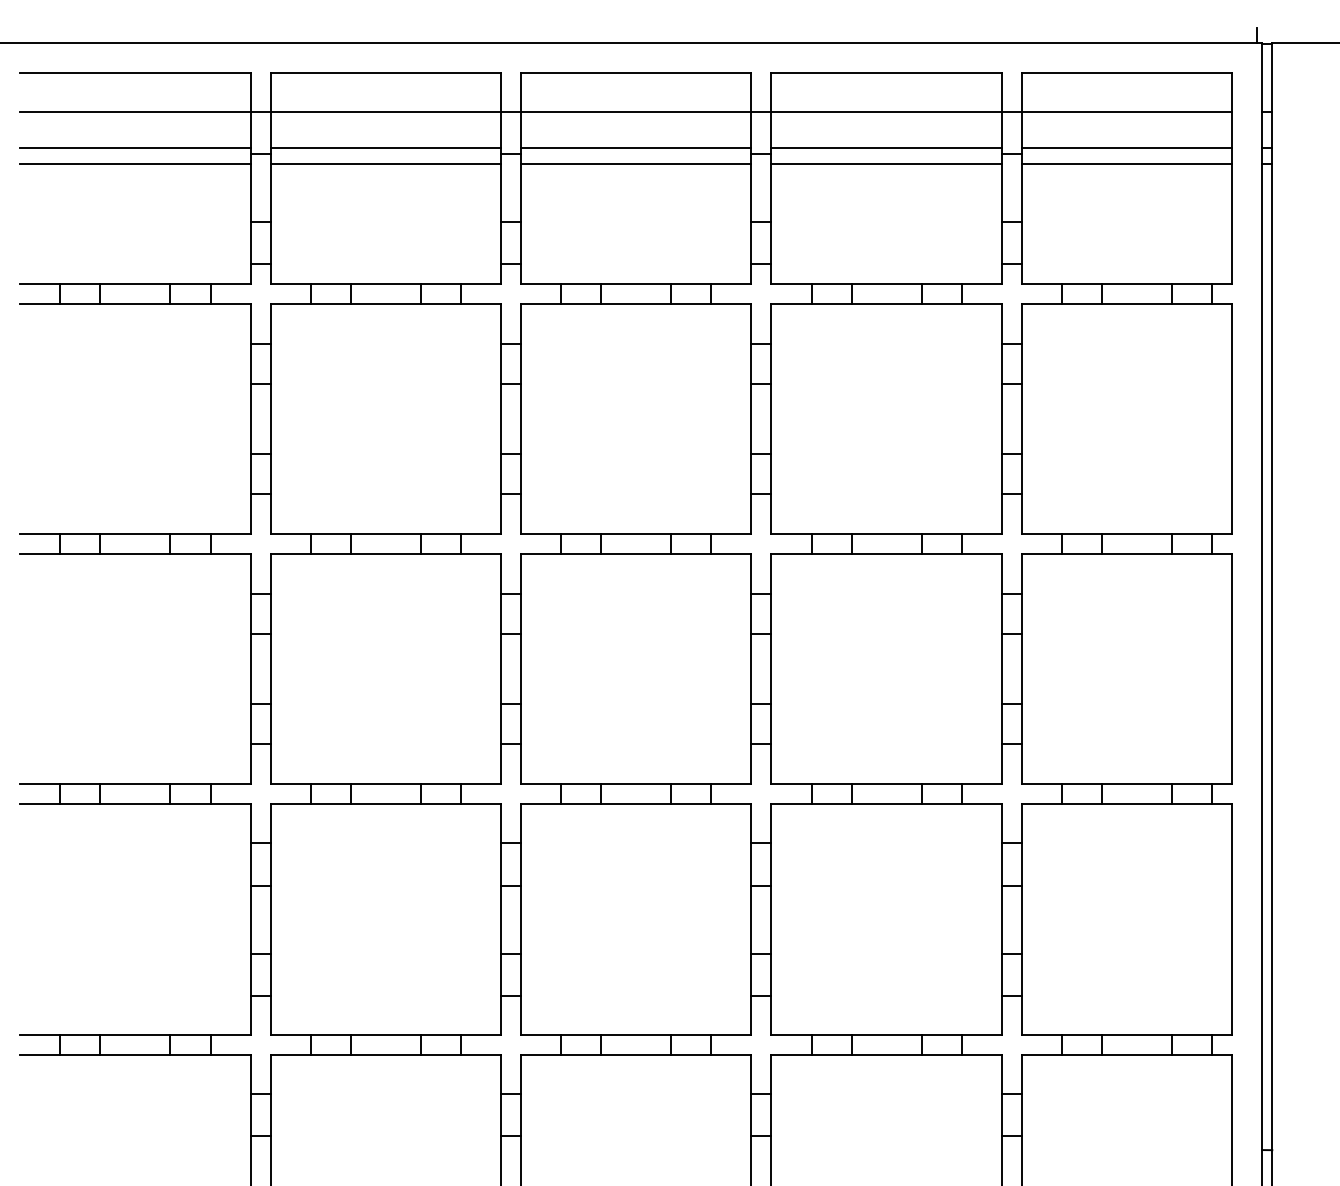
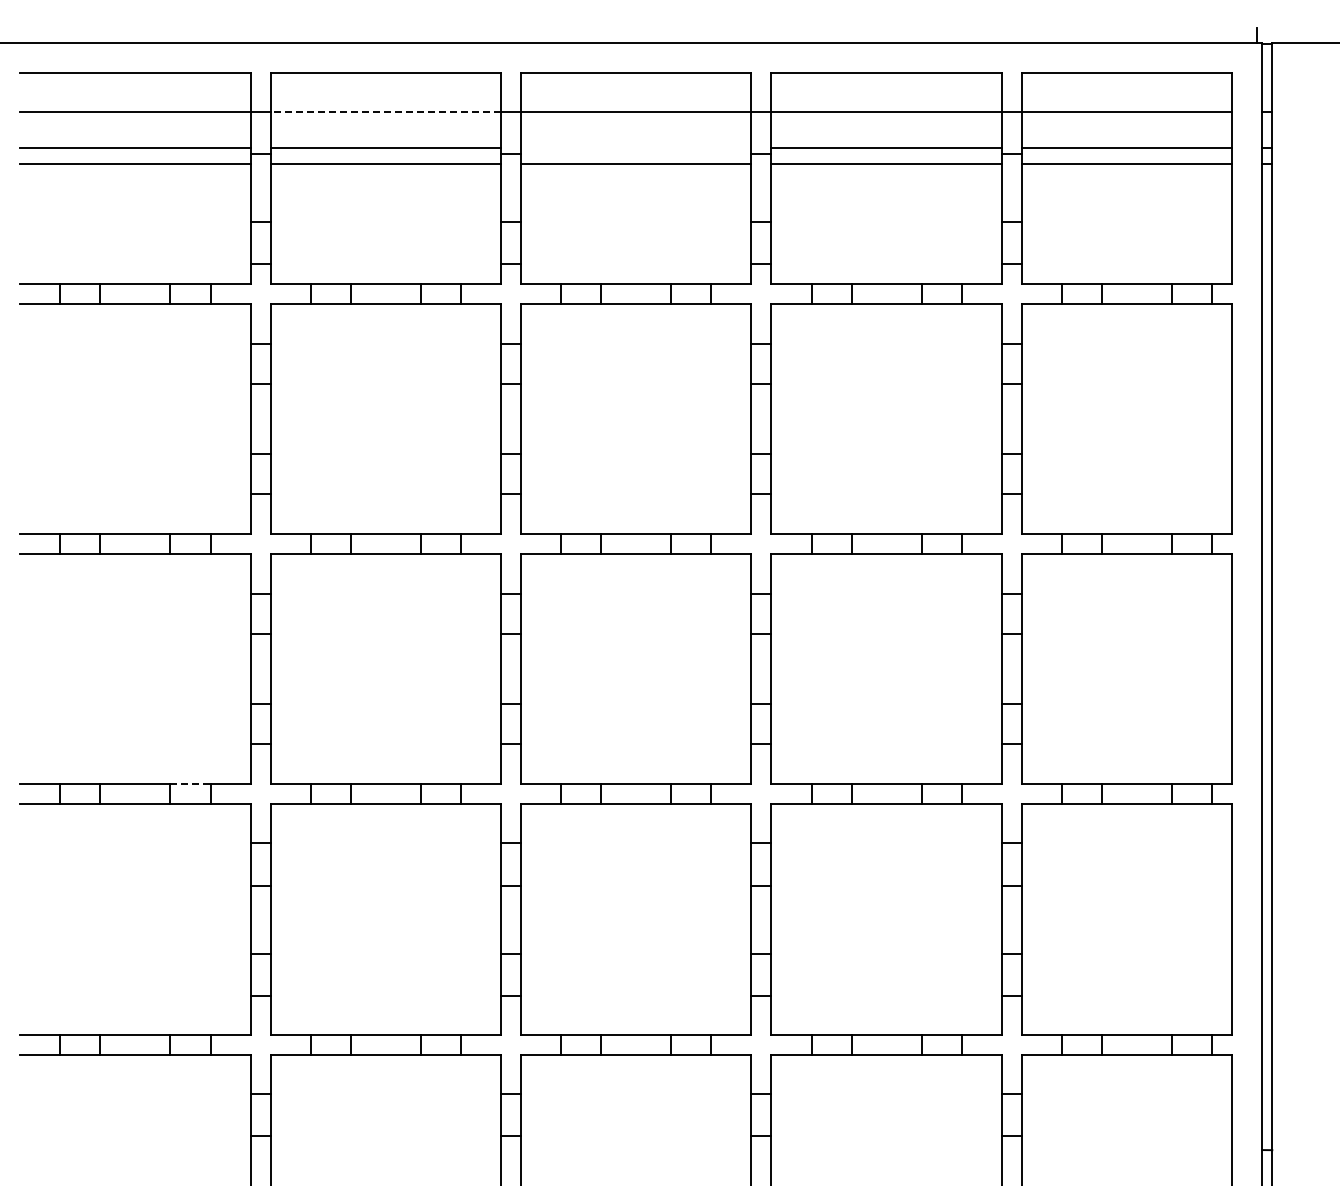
line at (385, 112): solid -> dashed
line at (636, 148): present -> none
line at (190, 784): solid -> dashed
